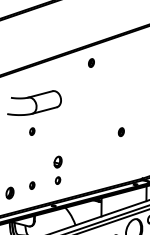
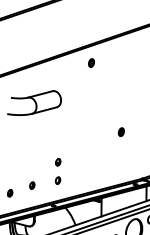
part at (32, 131): present -> none
part at (57, 161) size: 10x14 px -> 7x9 px
part at (9, 192) size: 10x14 px -> 7x9 px
